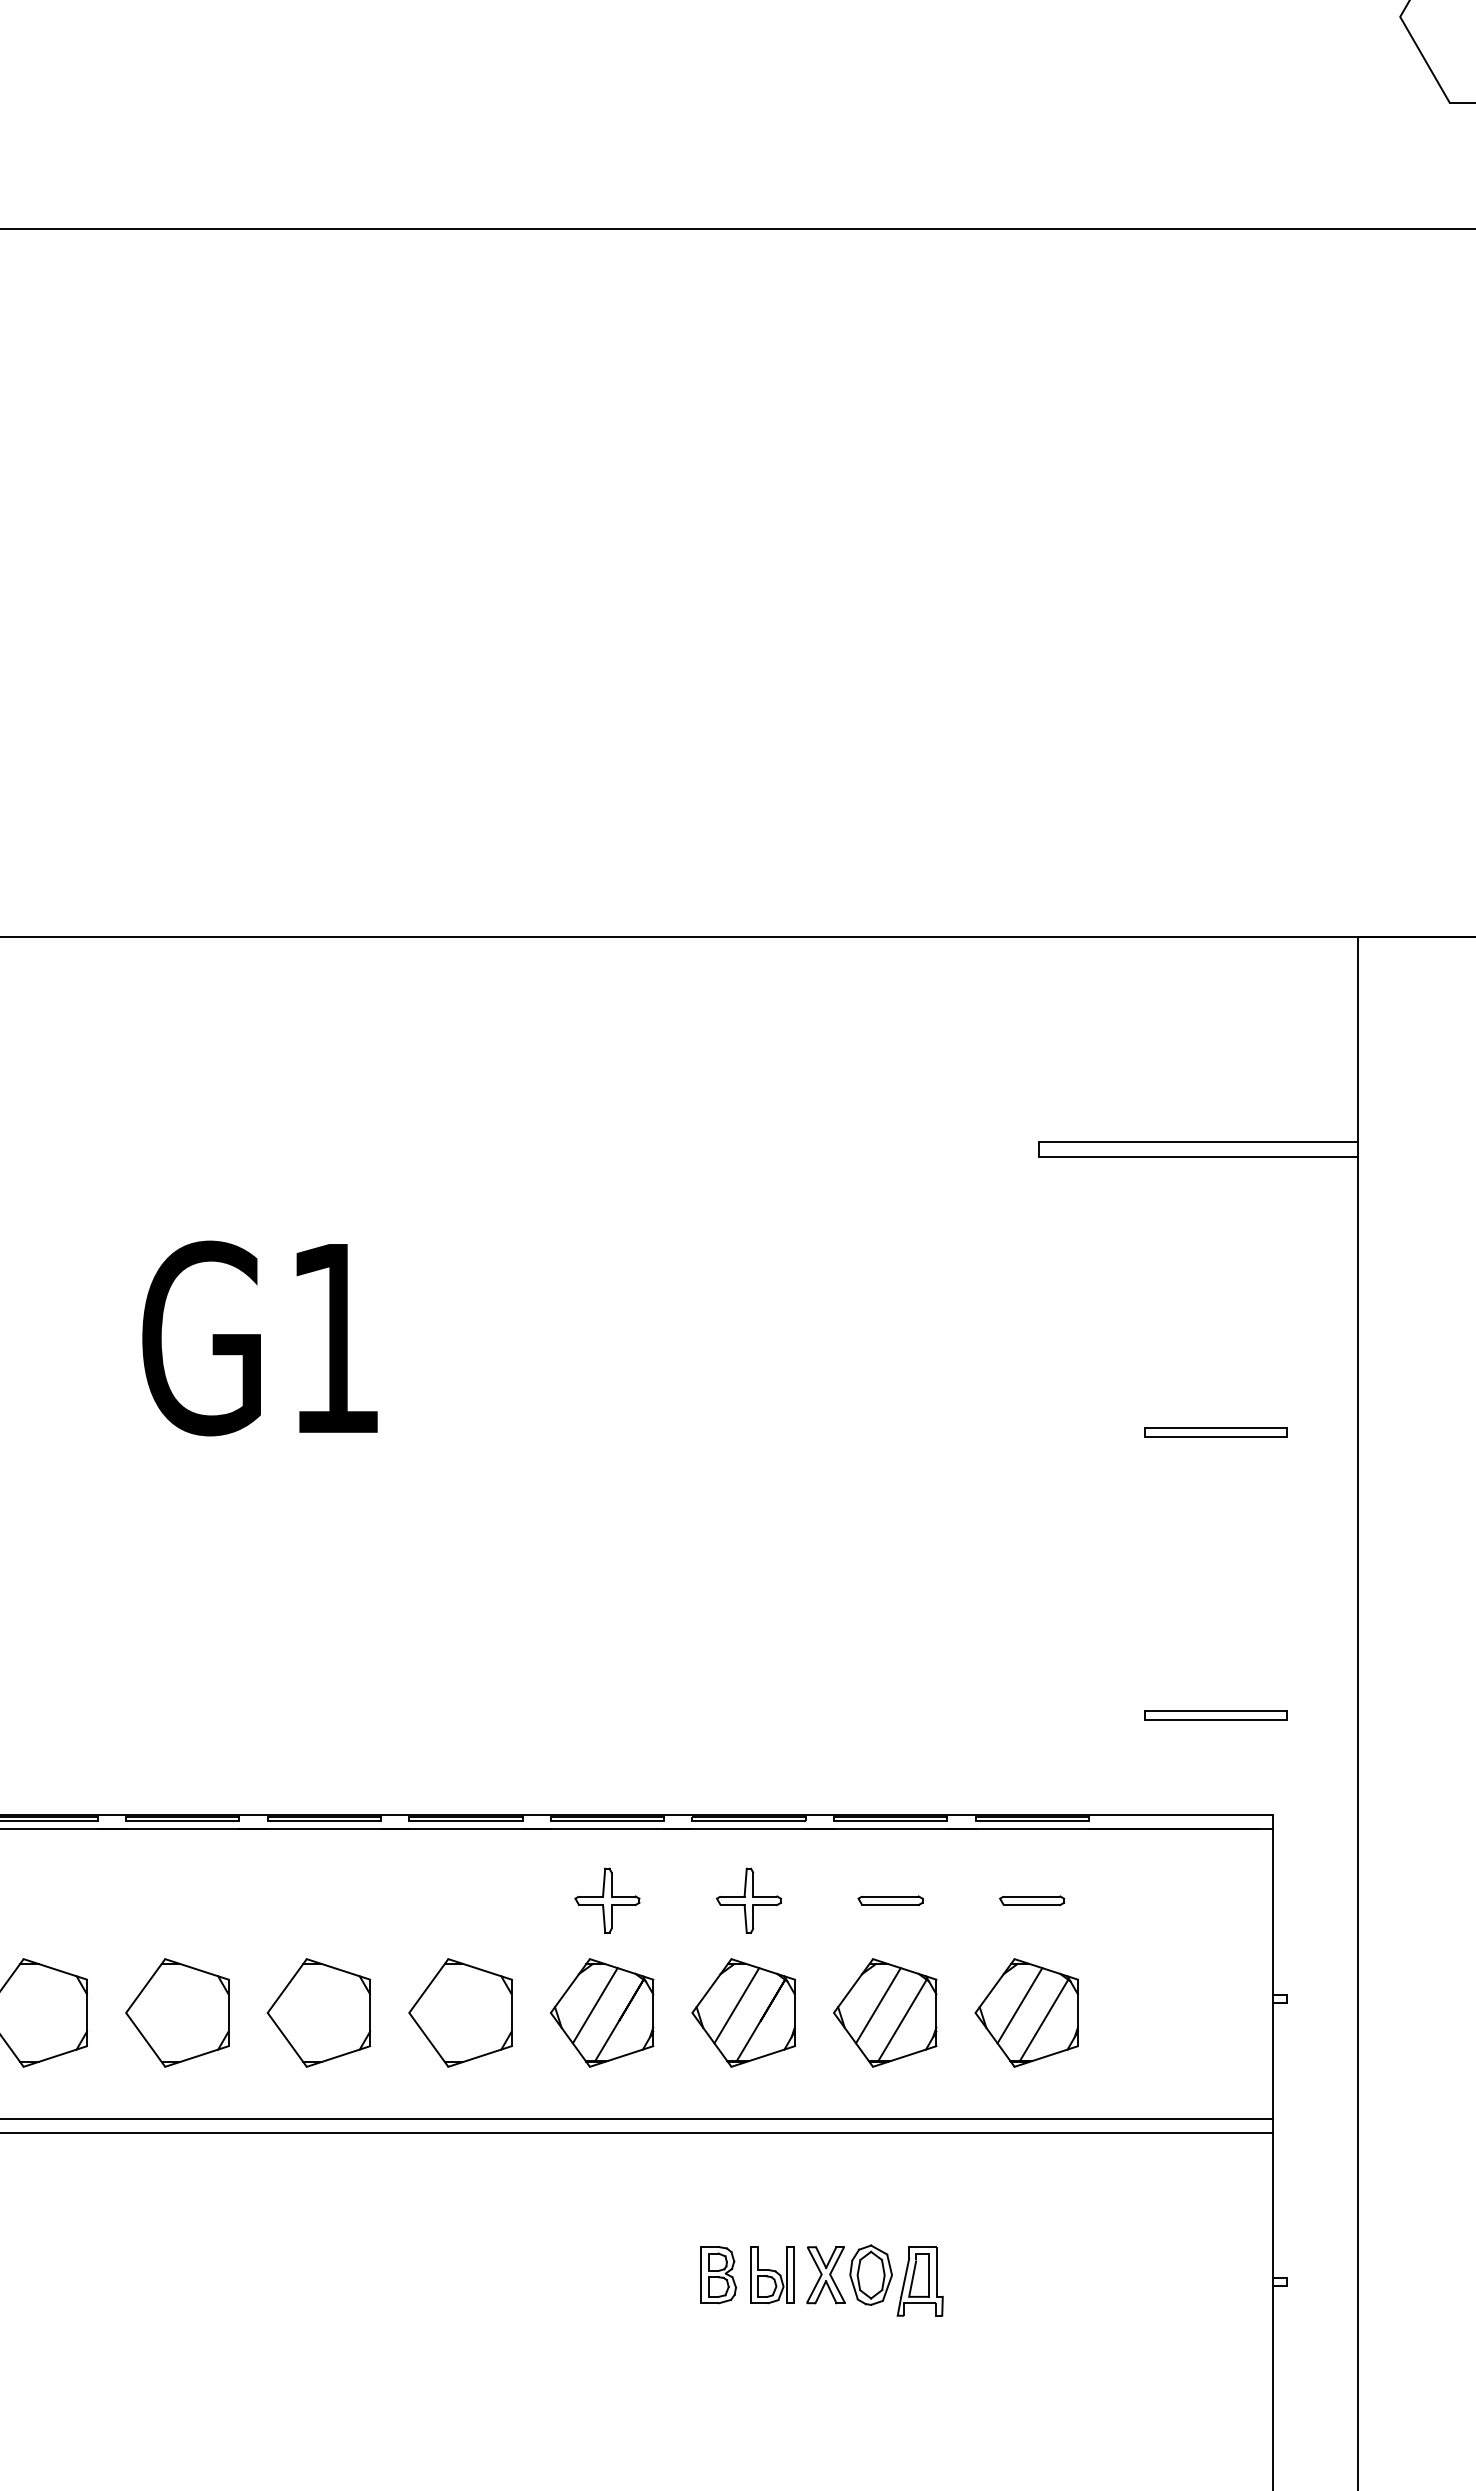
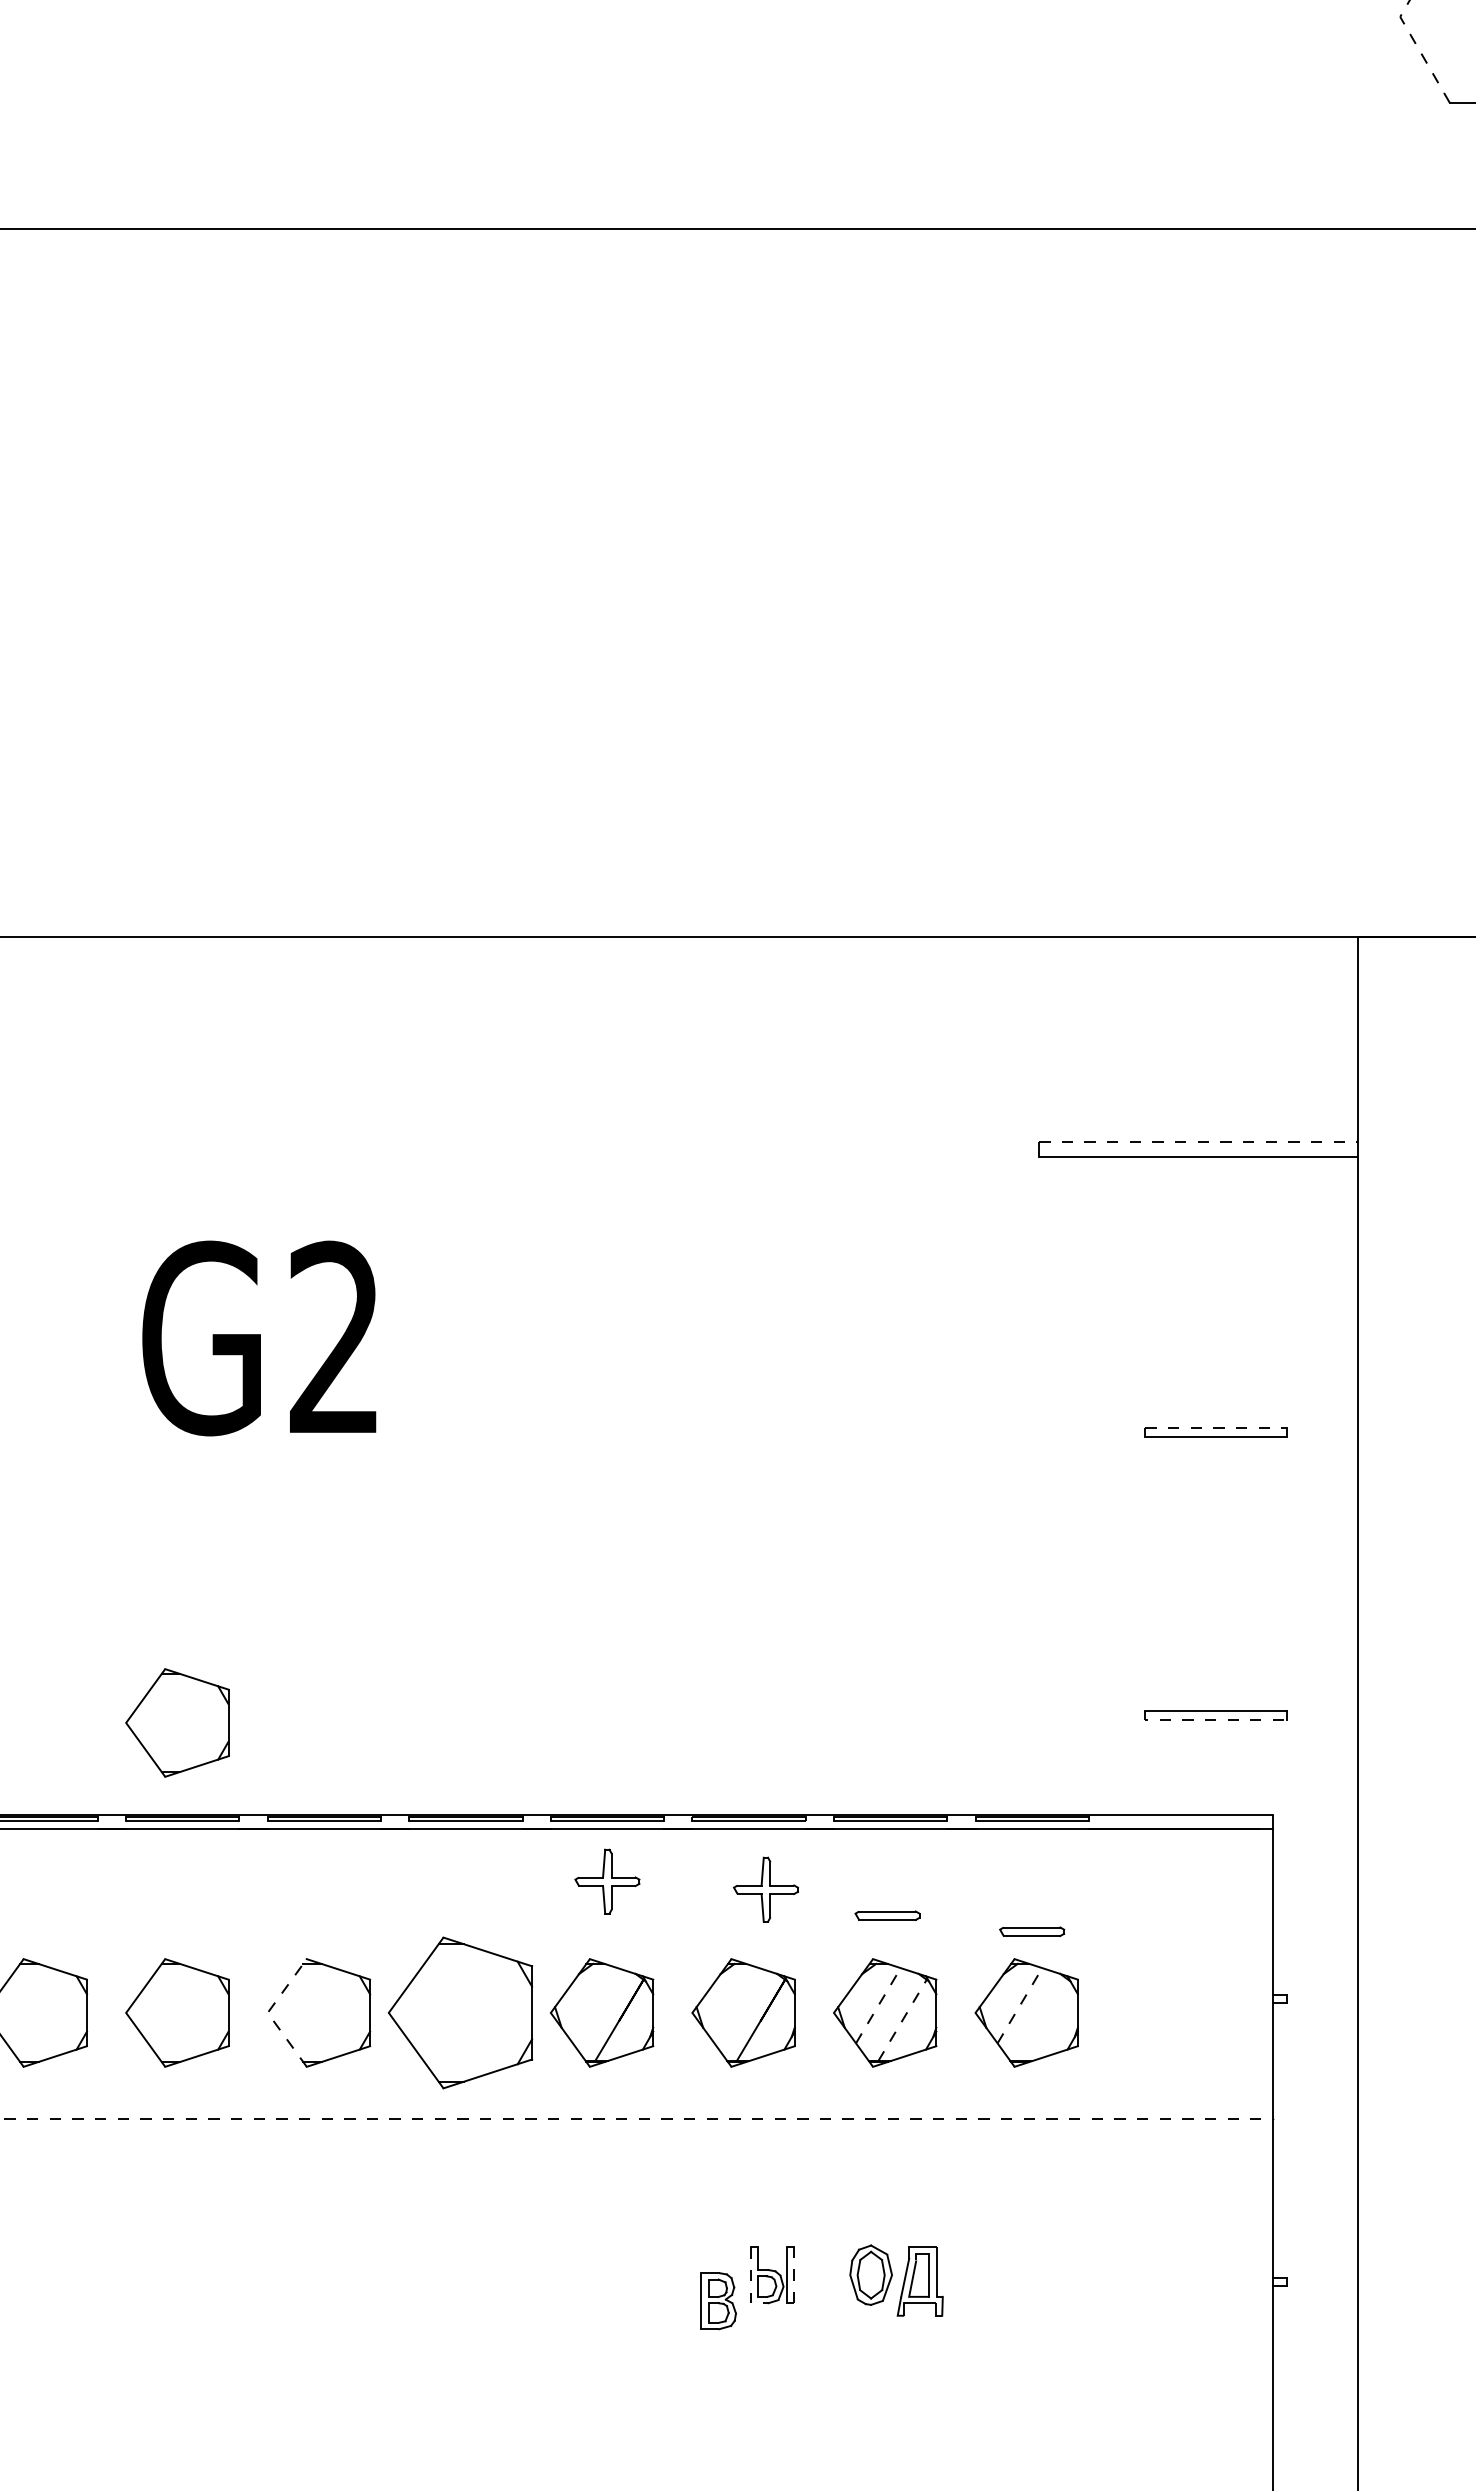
line at (1420, 51): solid -> dashed
line at (1198, 1142): solid -> dashed
text at (333, 1336): G1 -> G2
line at (1216, 1428): solid -> dashed
line at (1211, 1719): solid -> dashed
part at (177, 1722): none -> present
part at (607, 1900) position: (607, 1900) -> (607, 1881)
part at (748, 1900) position: (748, 1900) -> (765, 1889)
part at (890, 1900) position: (890, 1900) -> (887, 1915)
part at (1032, 1900) position: (1032, 1900) -> (1032, 1931)
line at (594, 2005): present -> none
line at (736, 2005): present -> none
line at (878, 2005): solid -> dashed
line at (1019, 2005): solid -> dashed
line at (267, 2012): solid -> dashed
part at (460, 2012) size: 105x110 px -> 147x154 px
line at (902, 2019): solid -> dashed
line at (1043, 2020): present -> none
line at (636, 2119): solid -> dashed
line at (637, 2133): present -> none
part at (718, 2275) position: (718, 2275) -> (718, 2301)
line at (793, 2275): solid -> dashed
part at (825, 2275): present -> none
line at (750, 2285): solid -> dashed
